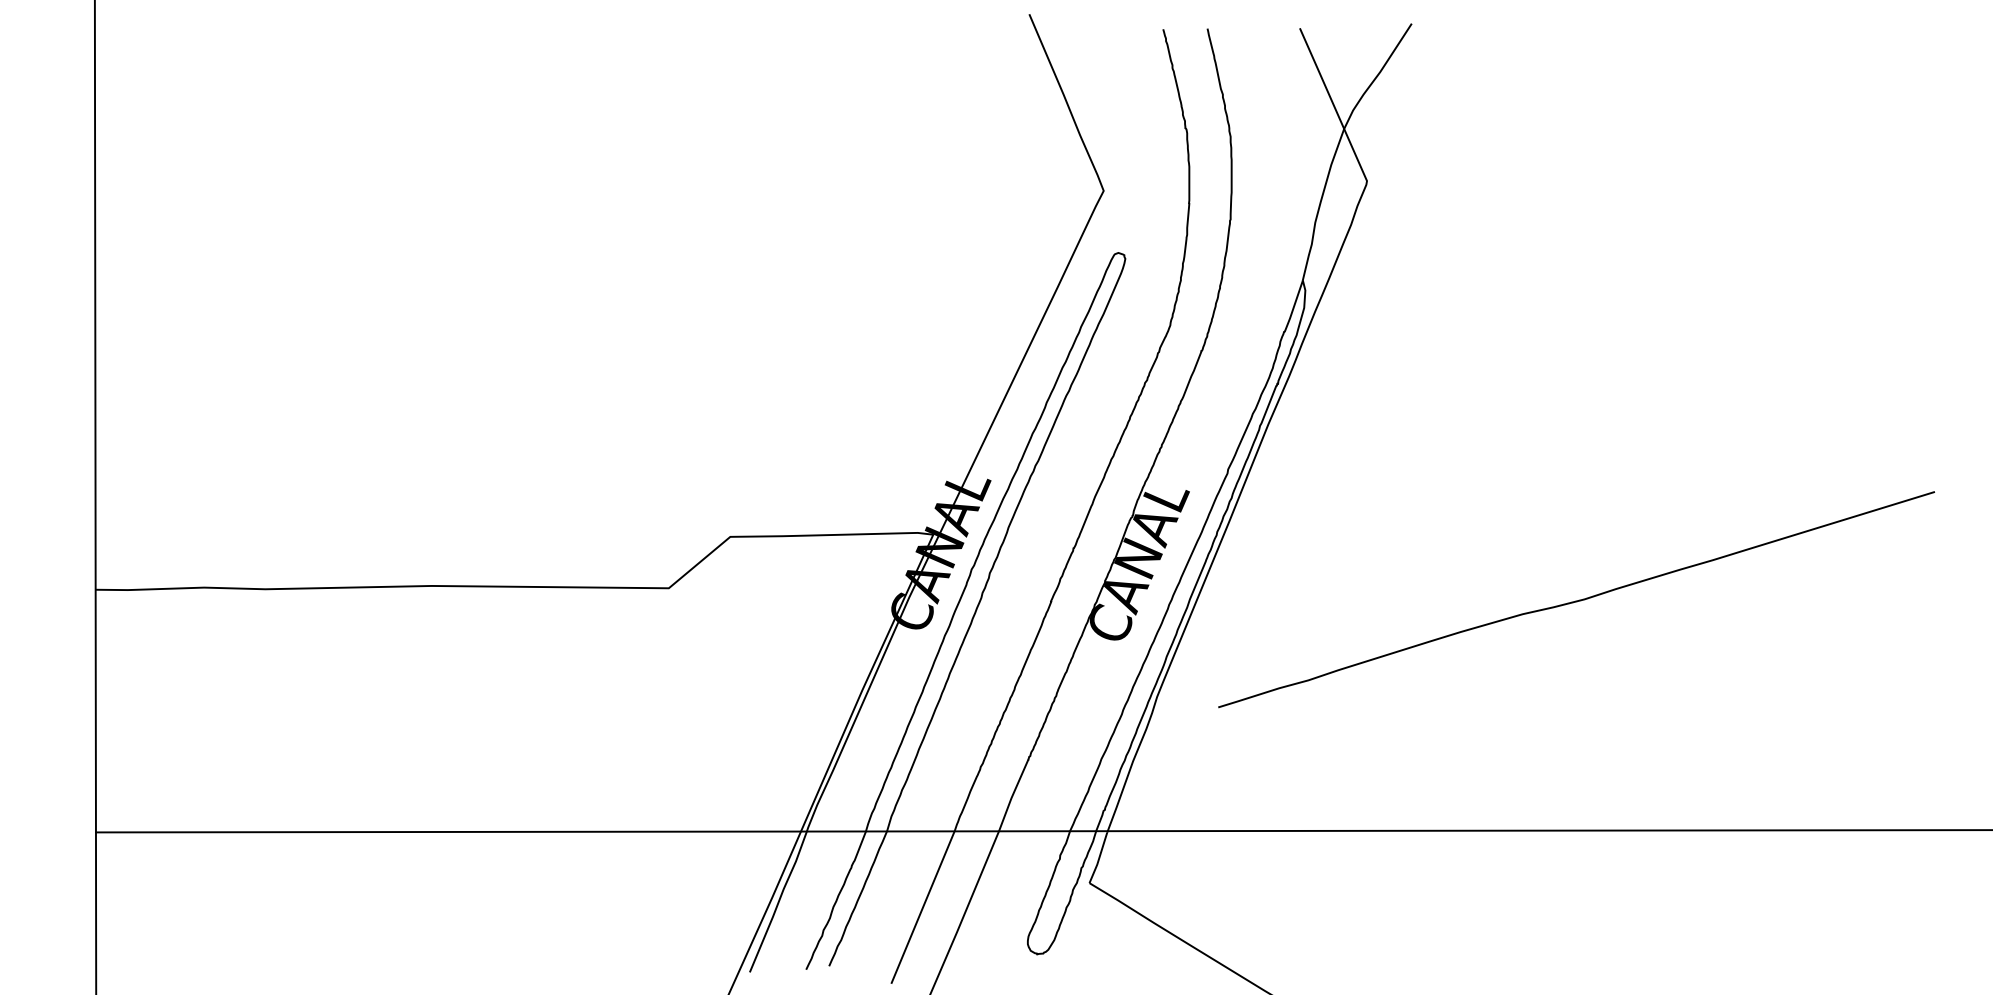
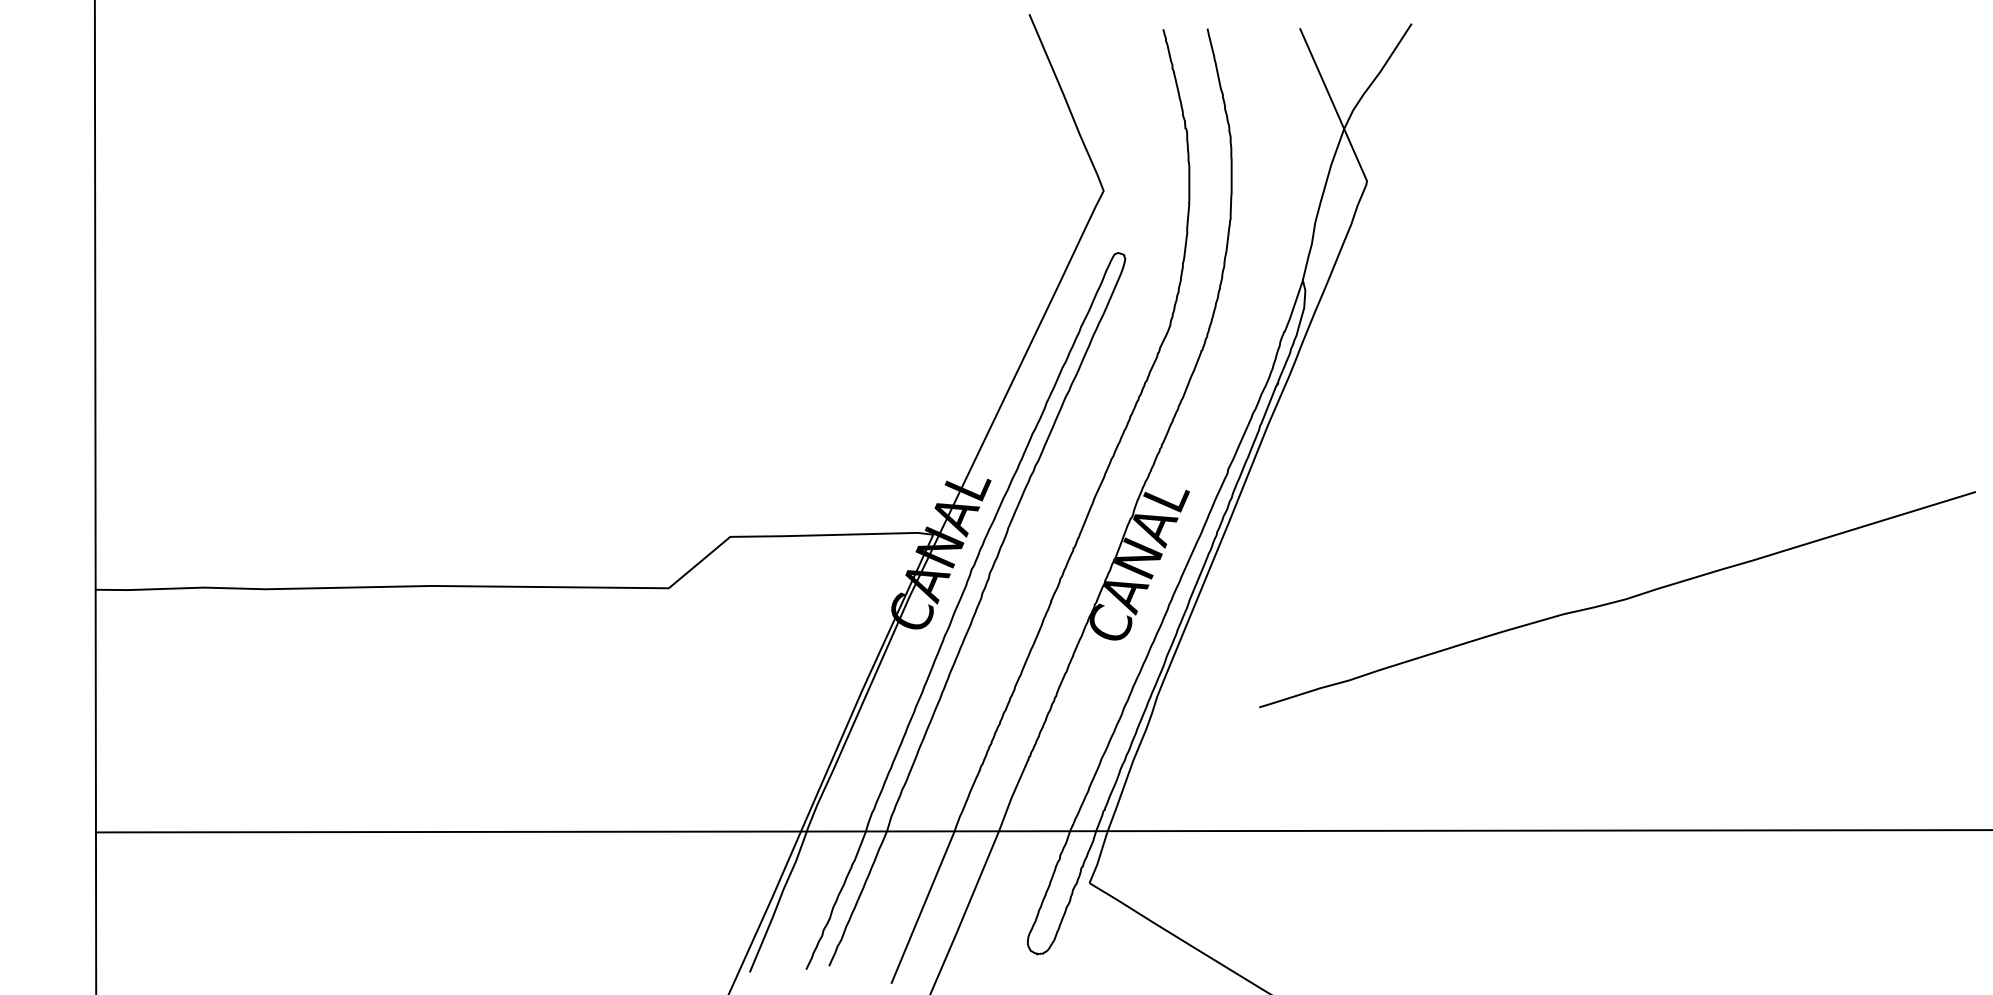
curve at (1576, 600) position: (1576, 600) -> (1617, 600)
